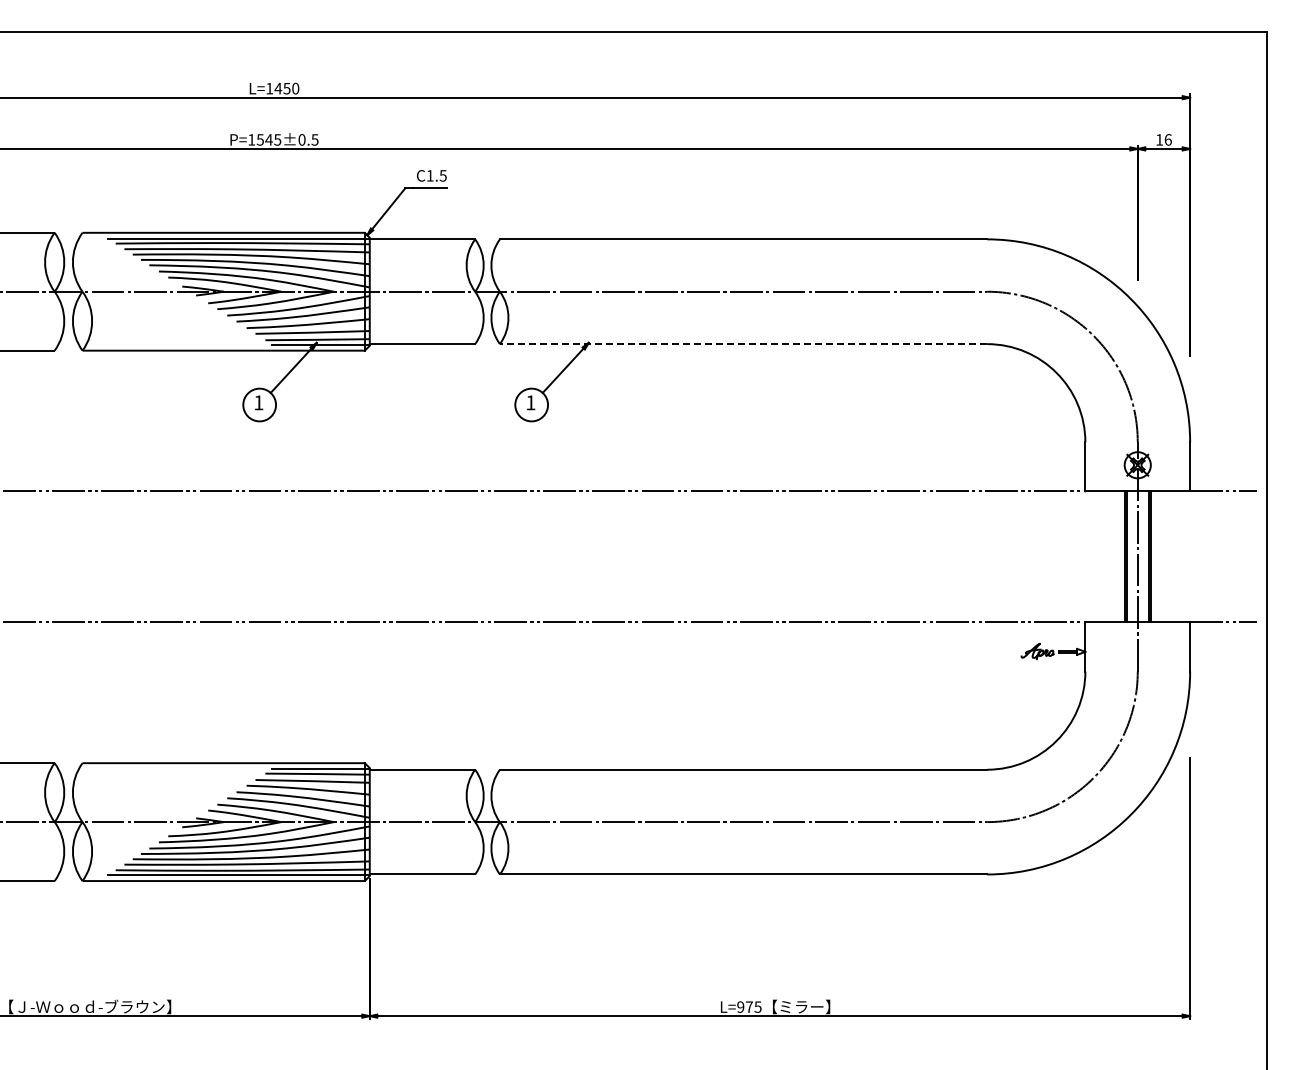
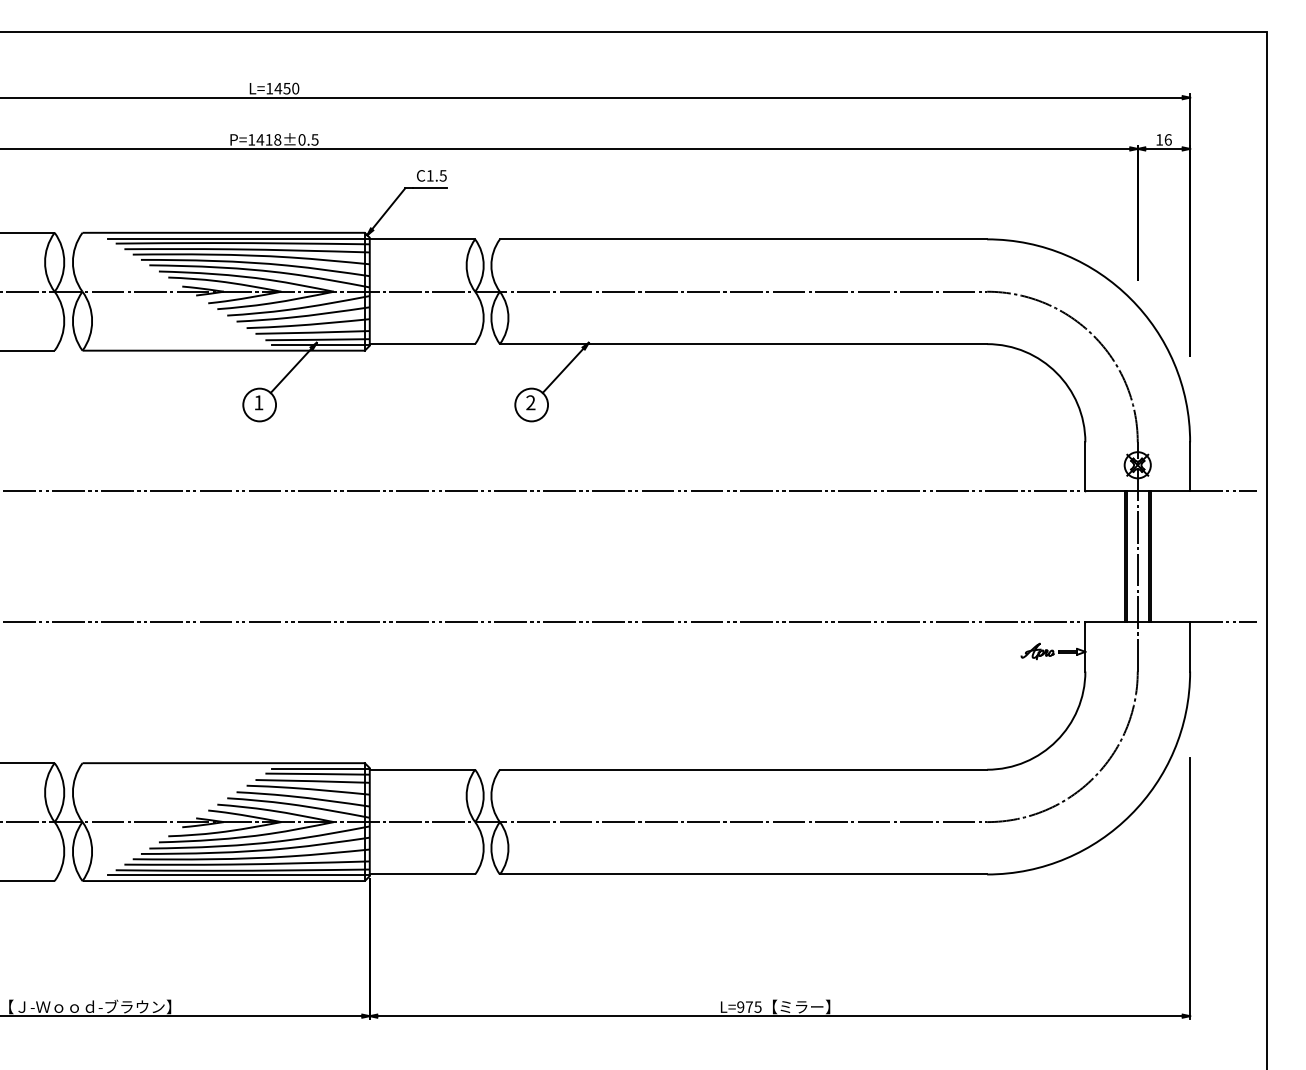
text at (268, 139): P=1545±0.5 -> P=1418±0.5
line at (743, 344): dashed -> solid
text at (530, 402): 1 -> 2
